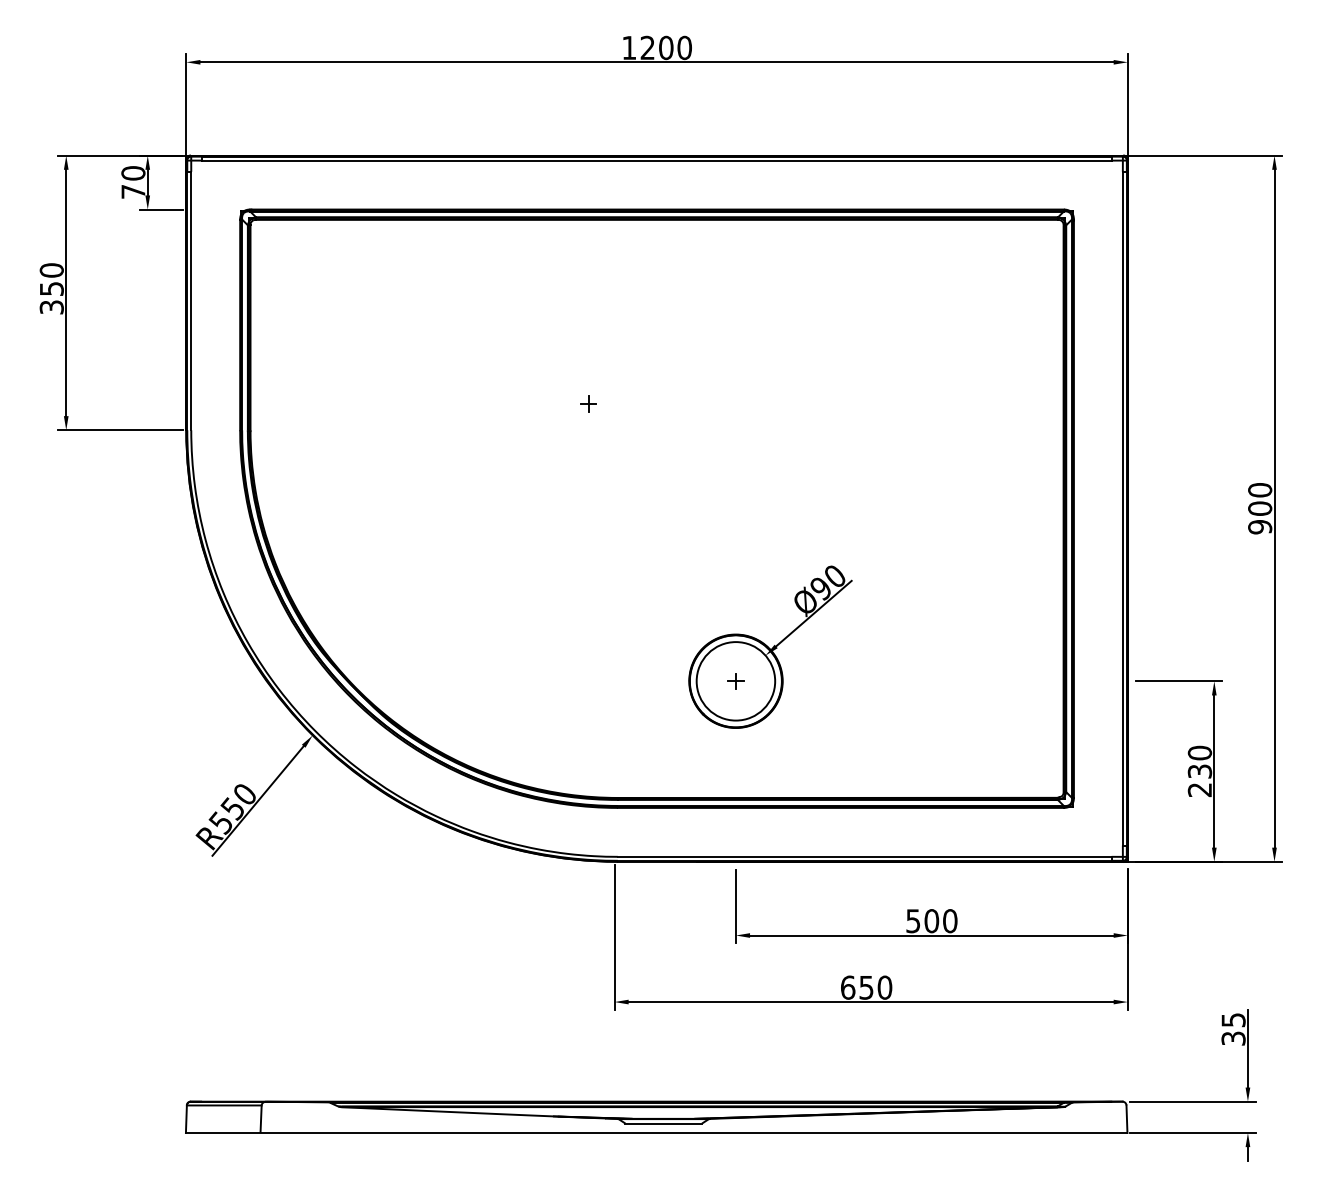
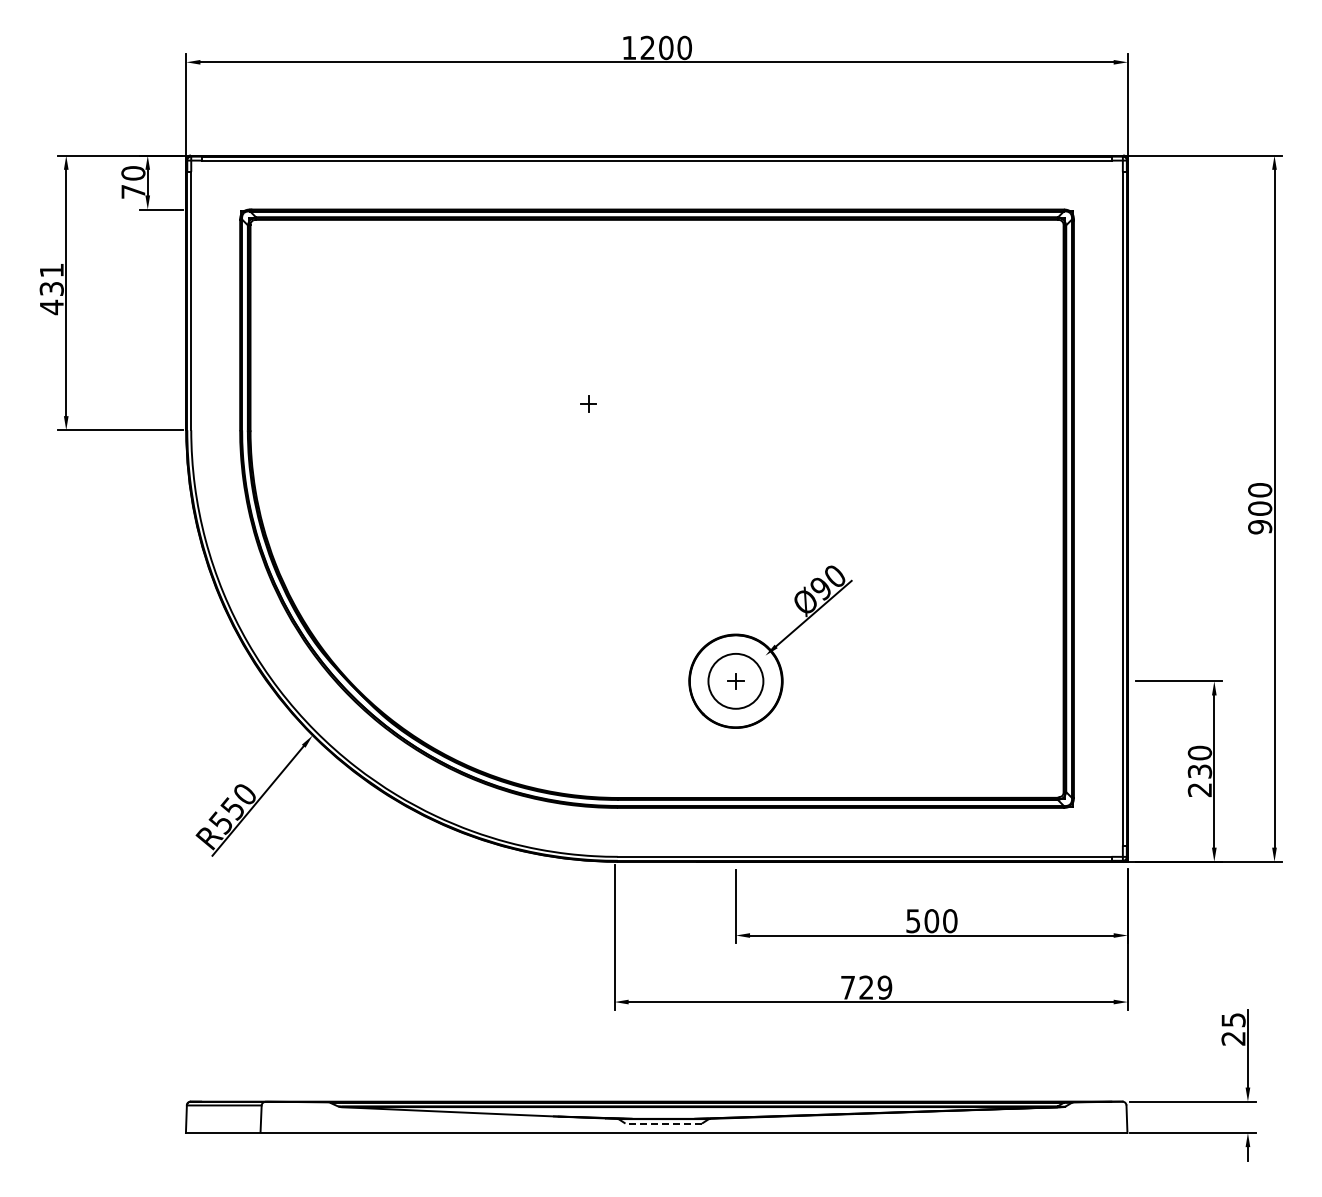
text at (51, 289): 350 -> 431
circle at (735, 681) diameter: 79 px -> 55 px
text at (866, 987): 650 -> 729
text at (1233, 1038): 35 -> 25
line at (663, 1123): solid -> dashed
